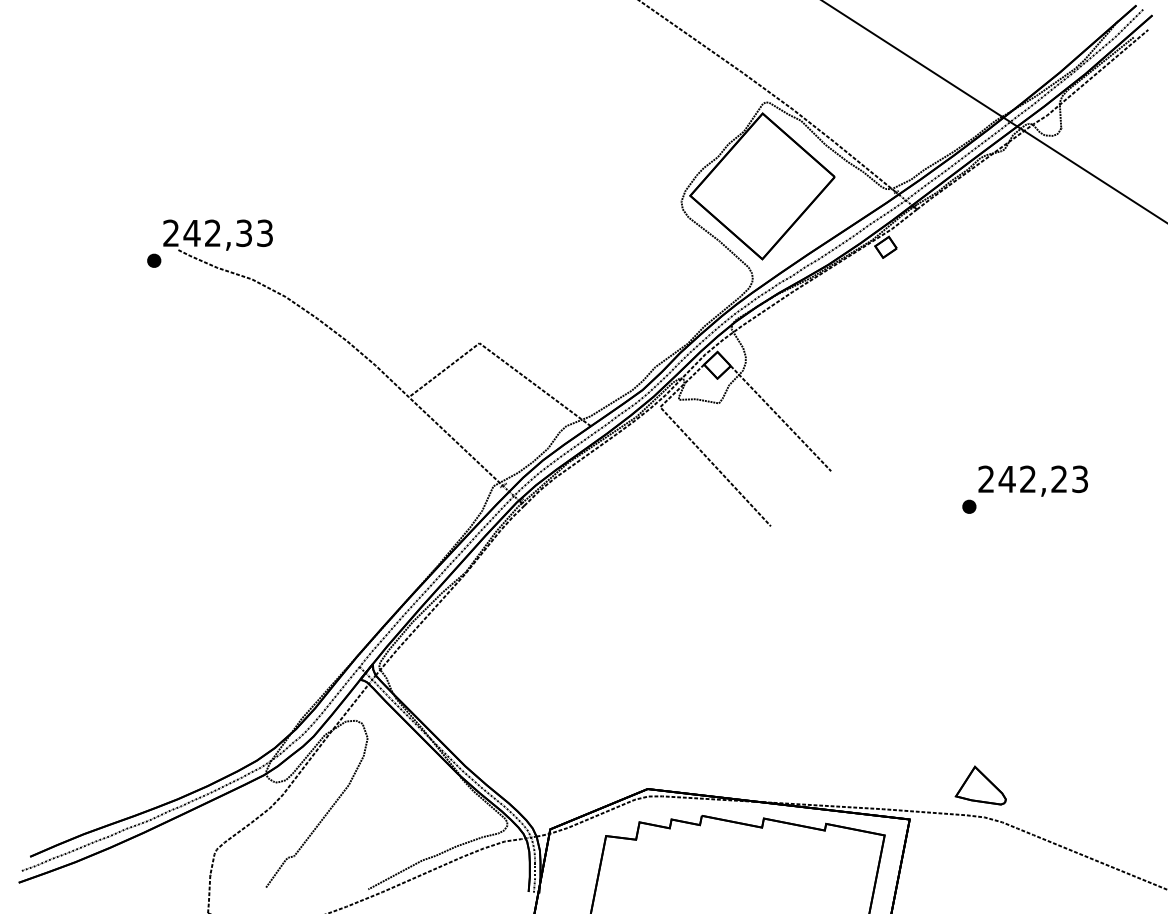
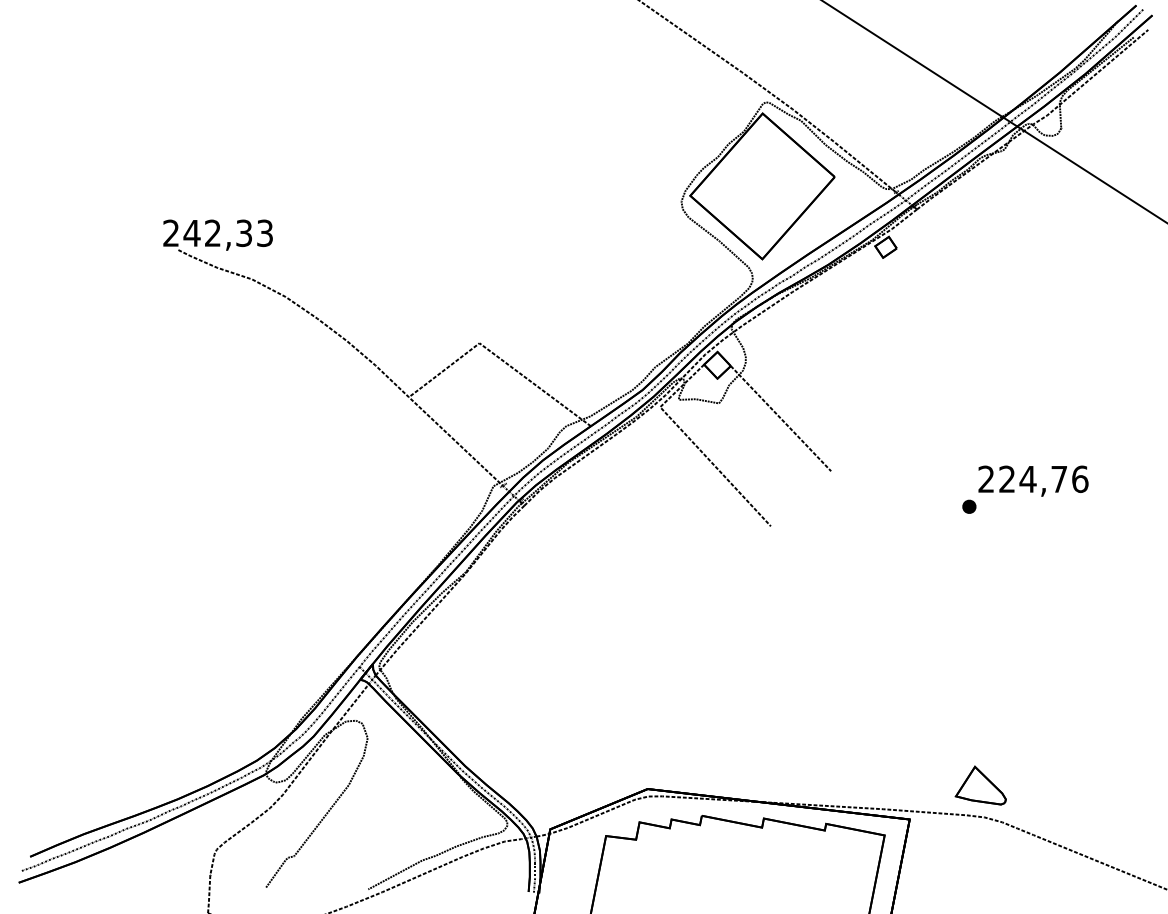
part at (154, 260): present -> none
text at (1043, 479): 242,23 -> 224,76
